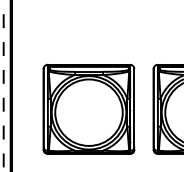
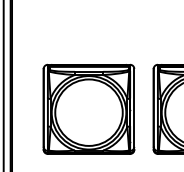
line at (3, 86): dashed -> solid
